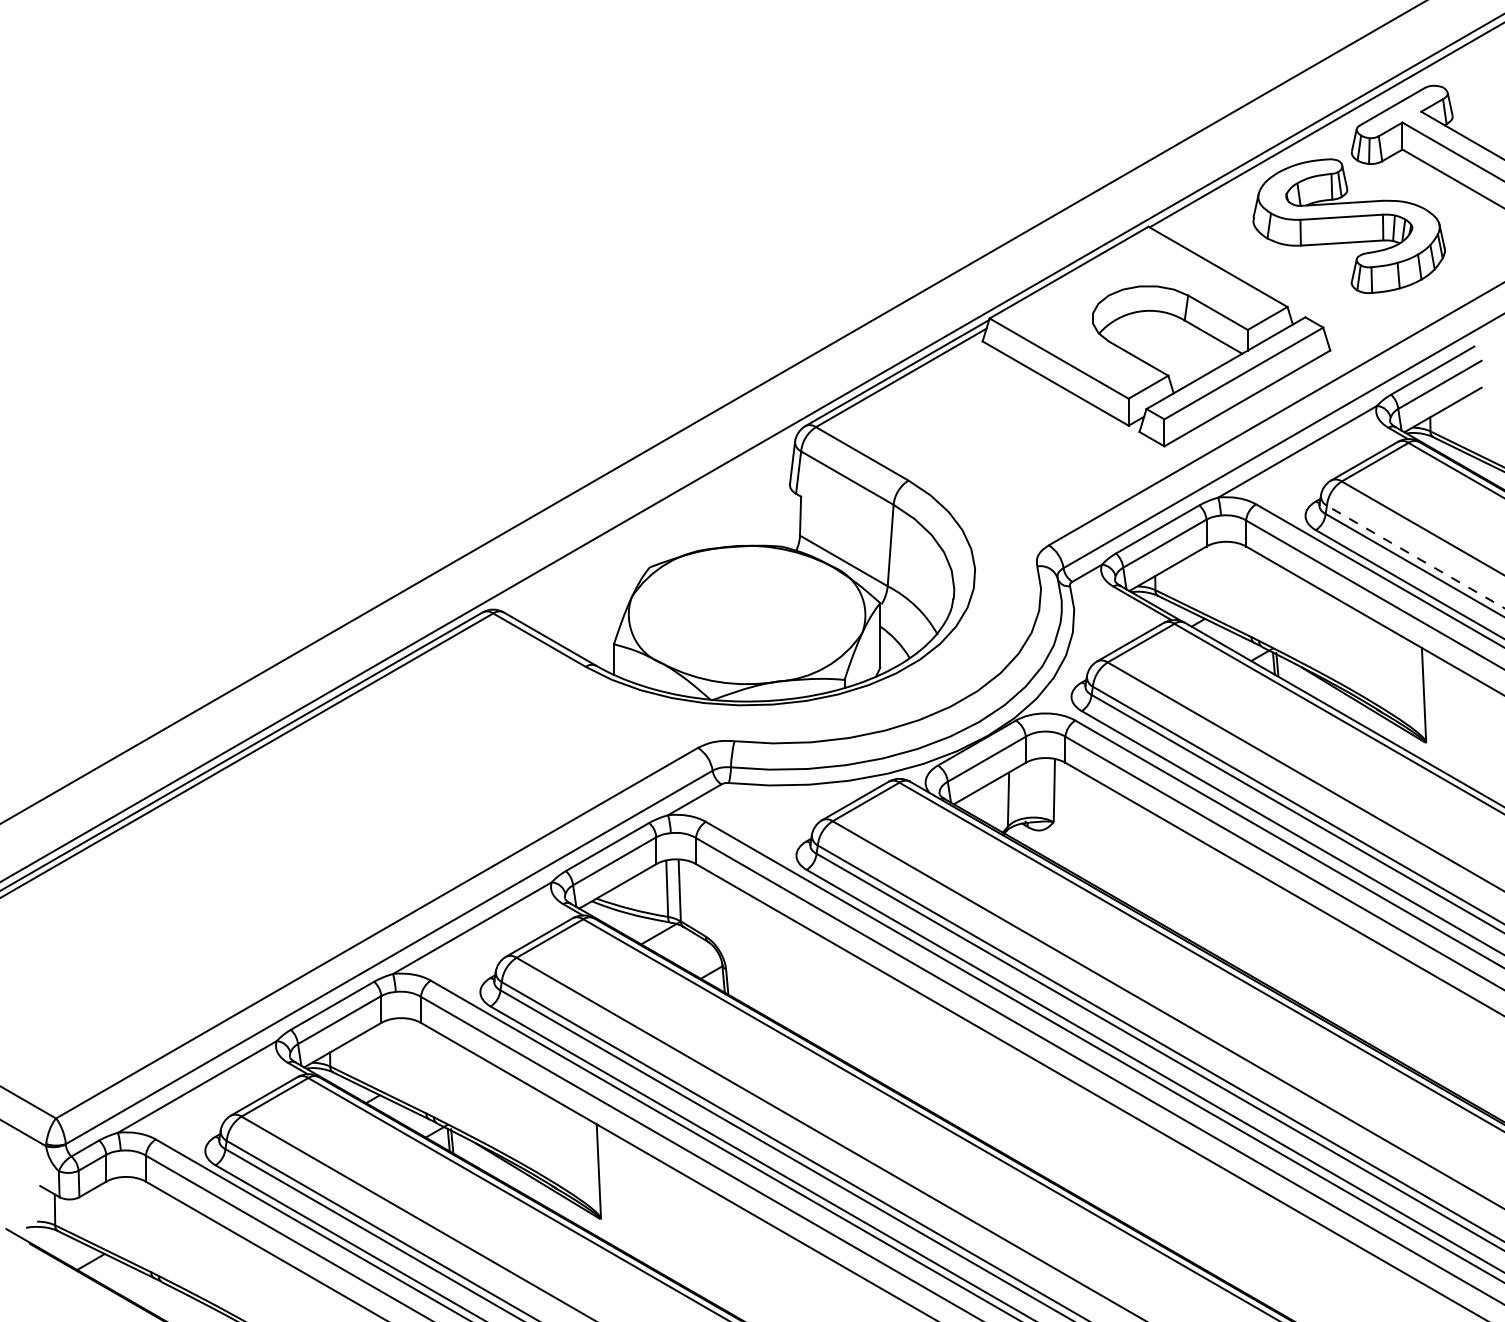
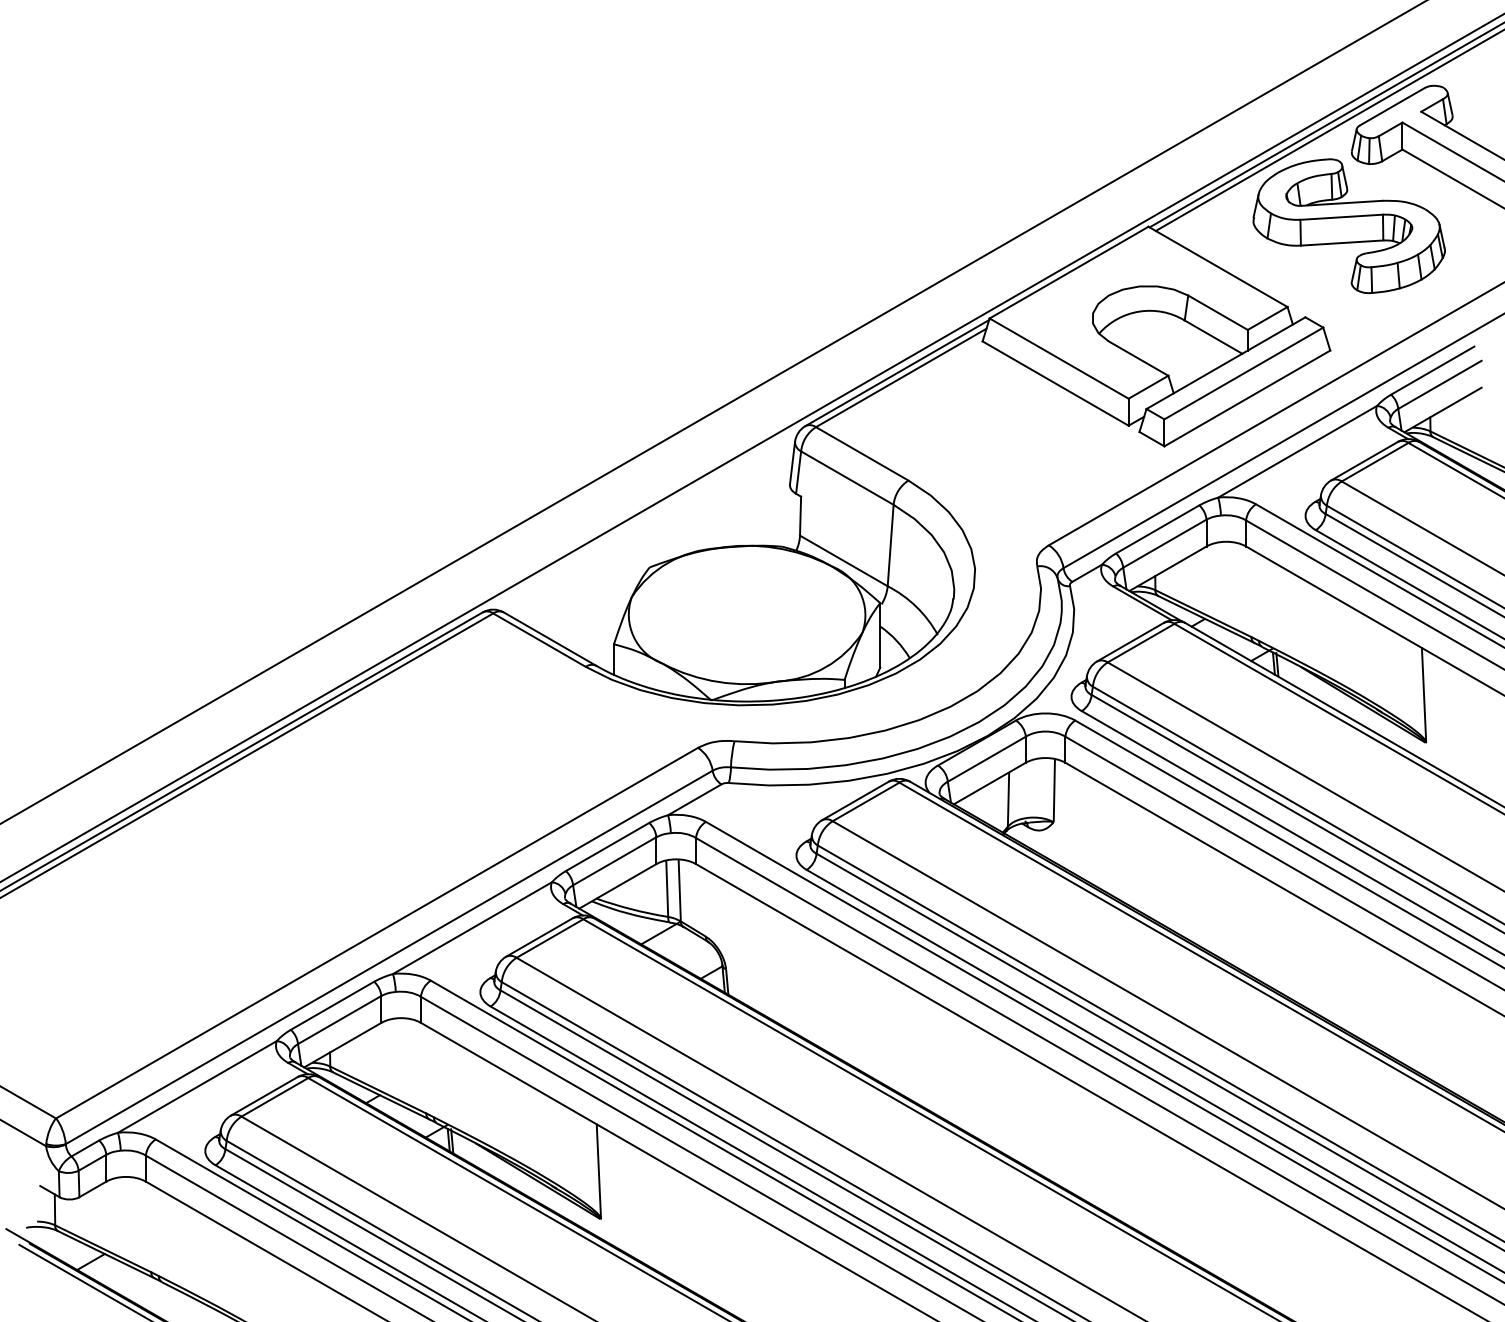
line at (1328, 130): none -> present
line at (1415, 556): dashed -> solid
line at (83, 1281): none -> present
